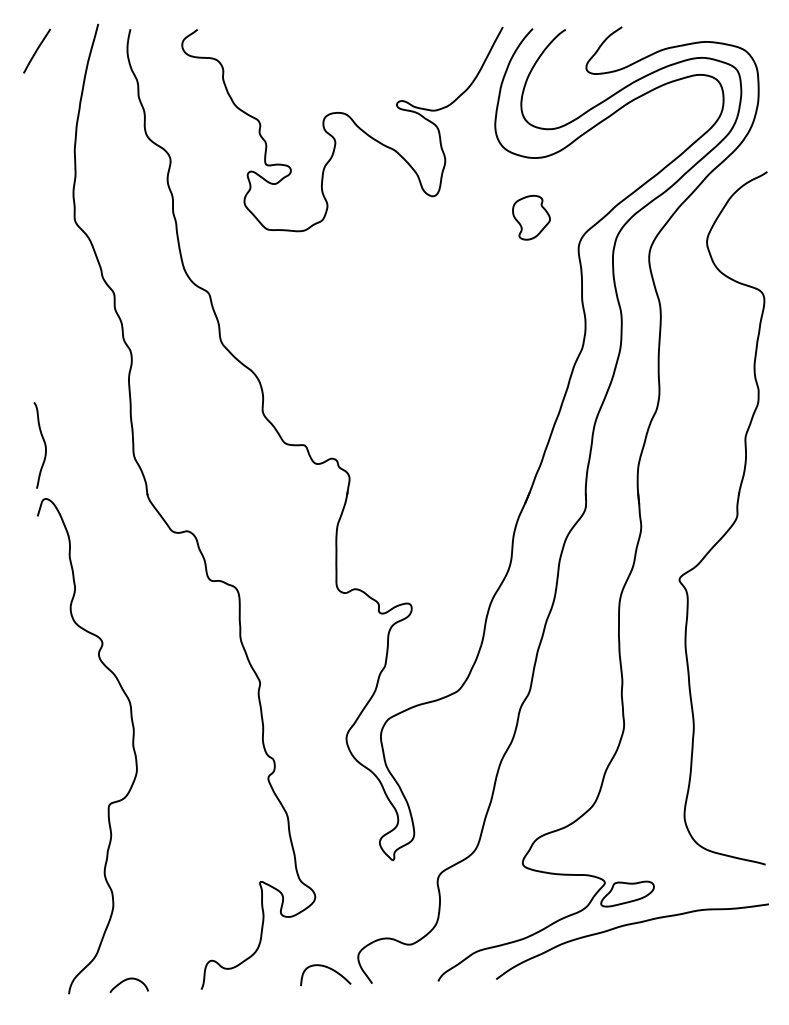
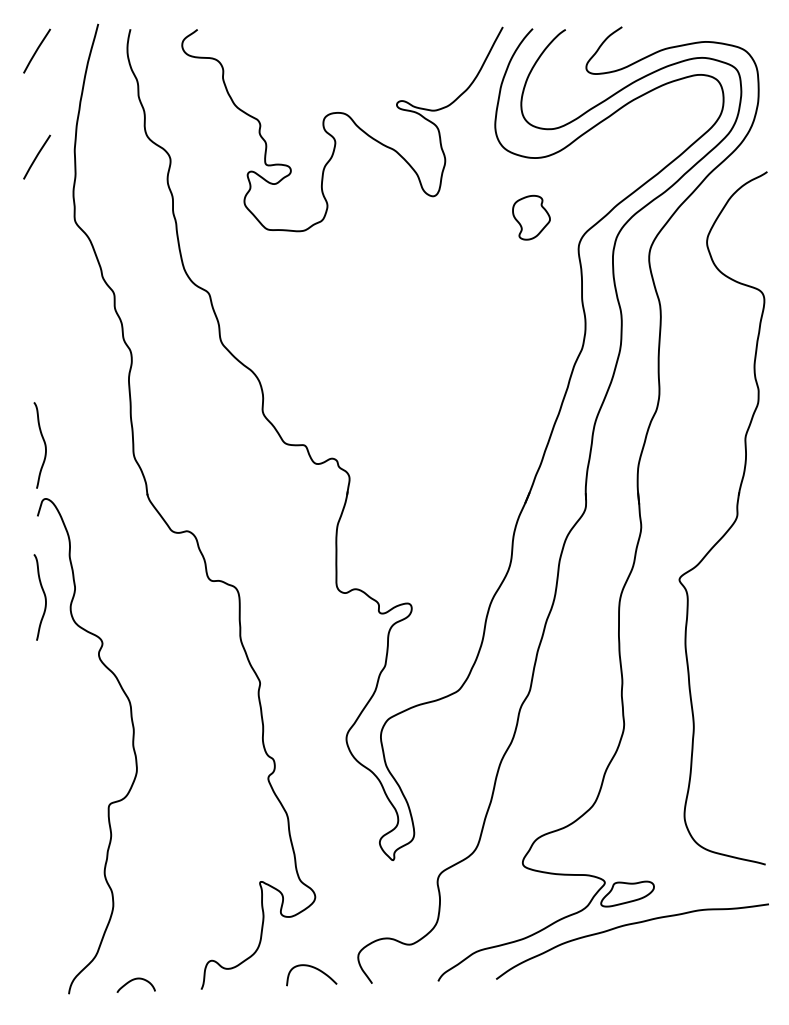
line at (36, 156): none -> present
curve at (43, 594): none -> present
curve at (329, 969) position: (329, 969) -> (315, 969)
curve at (127, 980) position: (127, 980) -> (134, 980)
